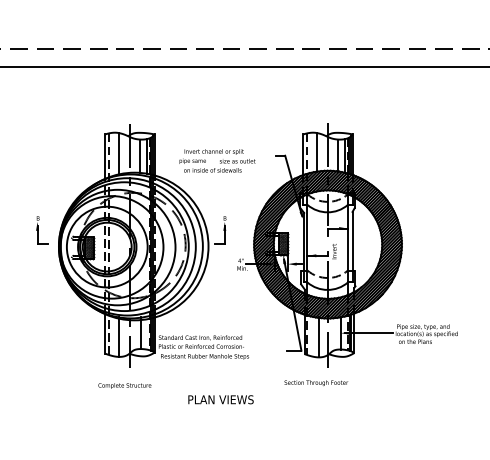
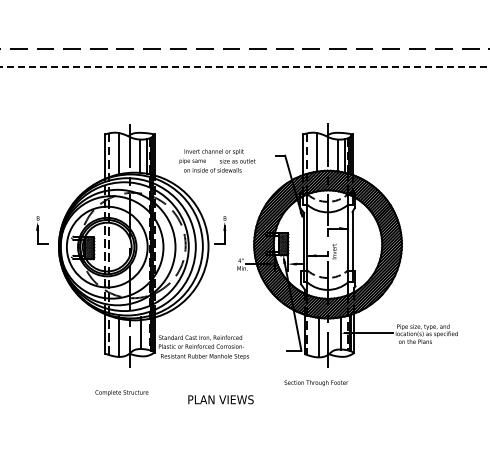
line at (244, 66): solid -> dashed
text at (124, 385) position: (124, 385) -> (121, 392)
